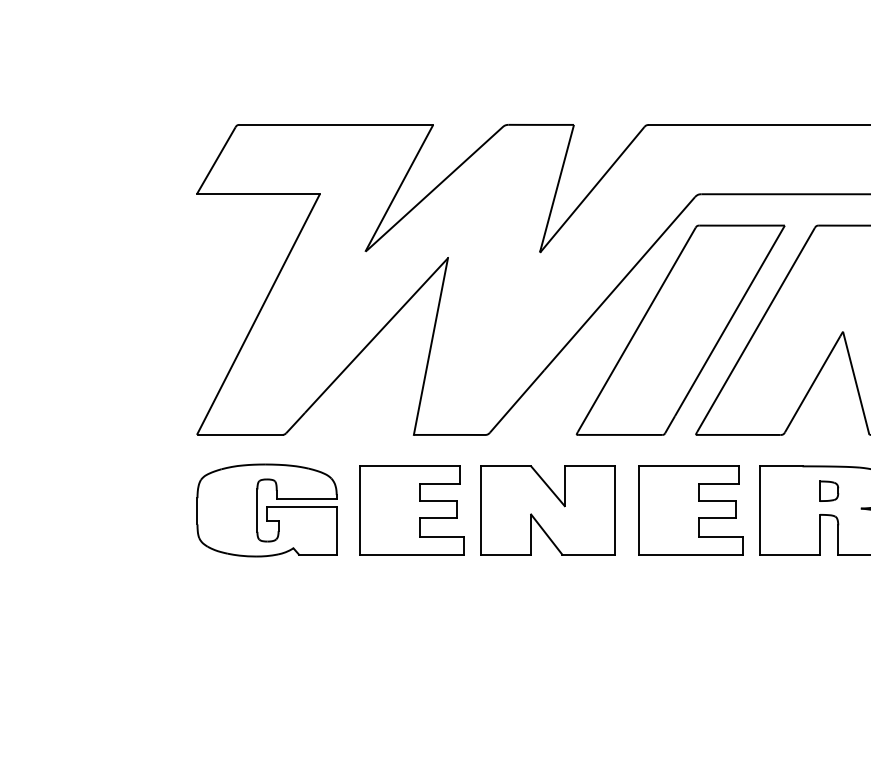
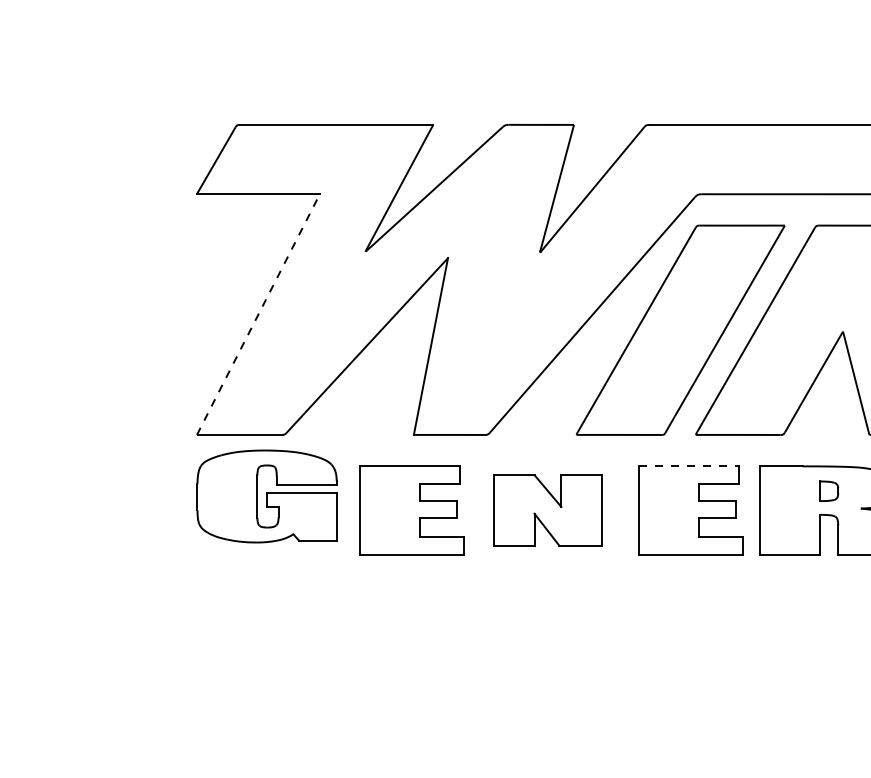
line at (258, 313): solid -> dashed
line at (688, 466): solid -> dashed
part at (266, 510) position: (266, 510) -> (266, 496)
part at (547, 510) size: 136x91 px -> 110x73 px
